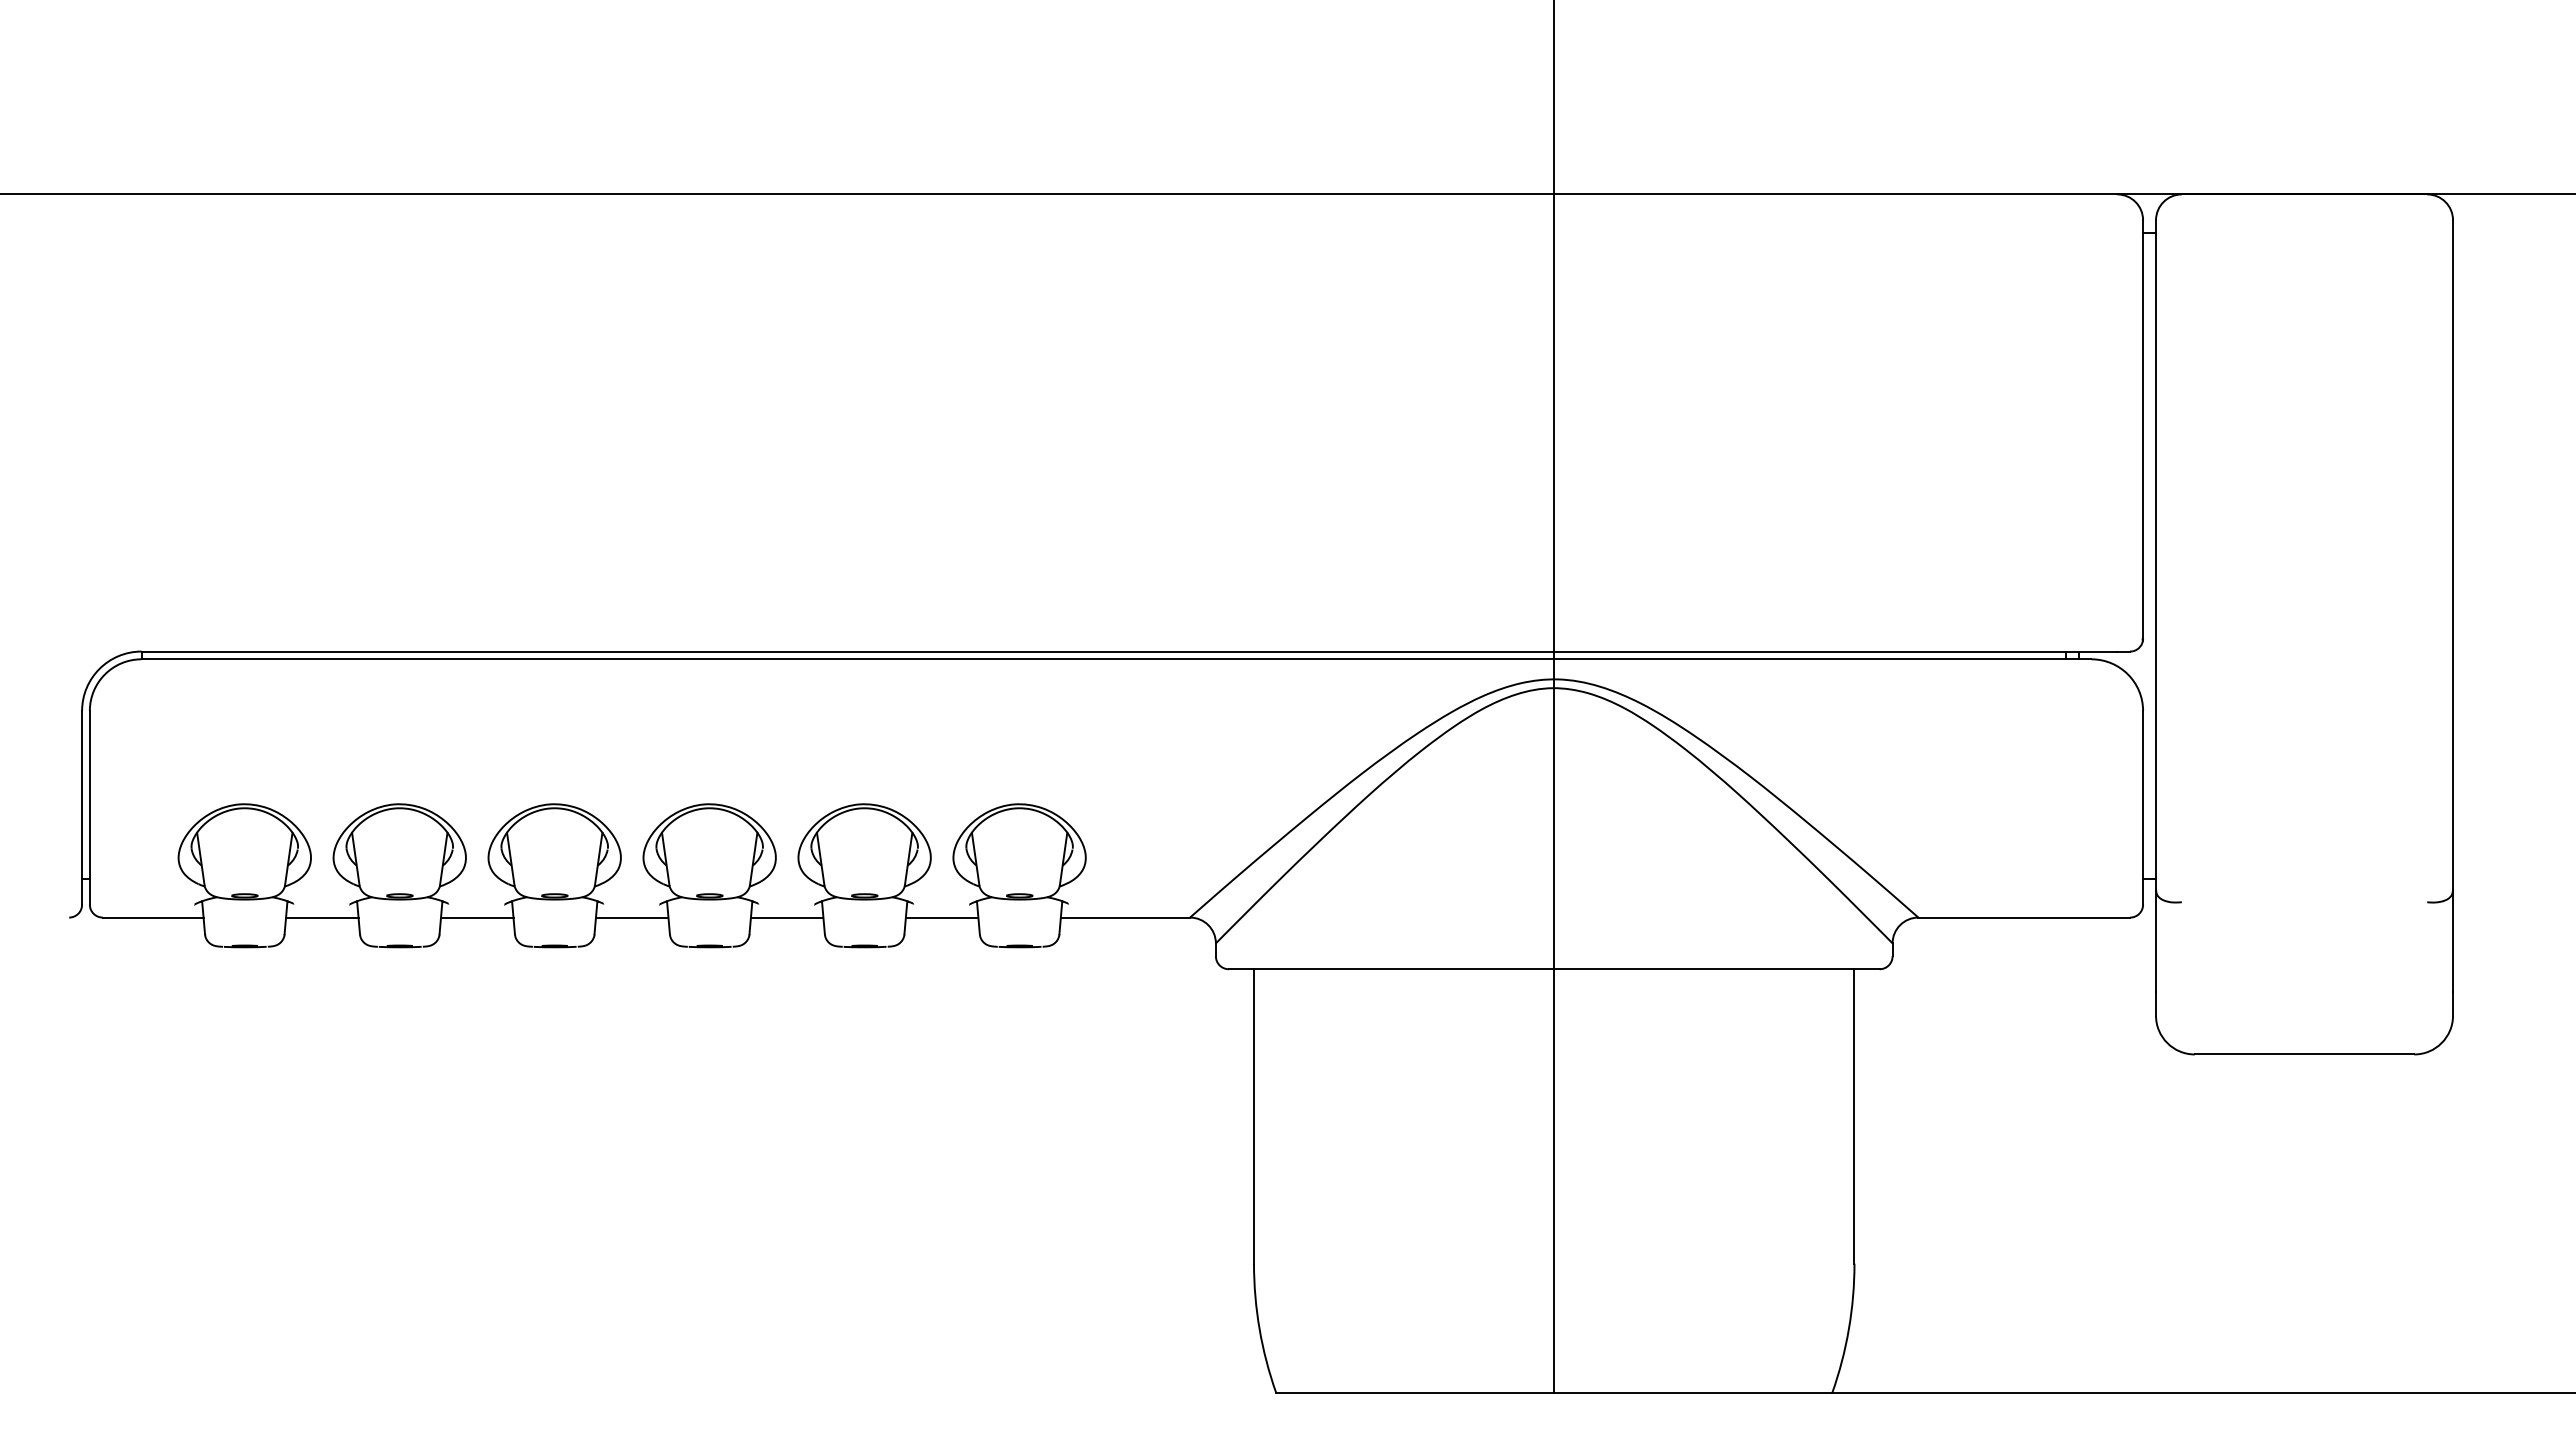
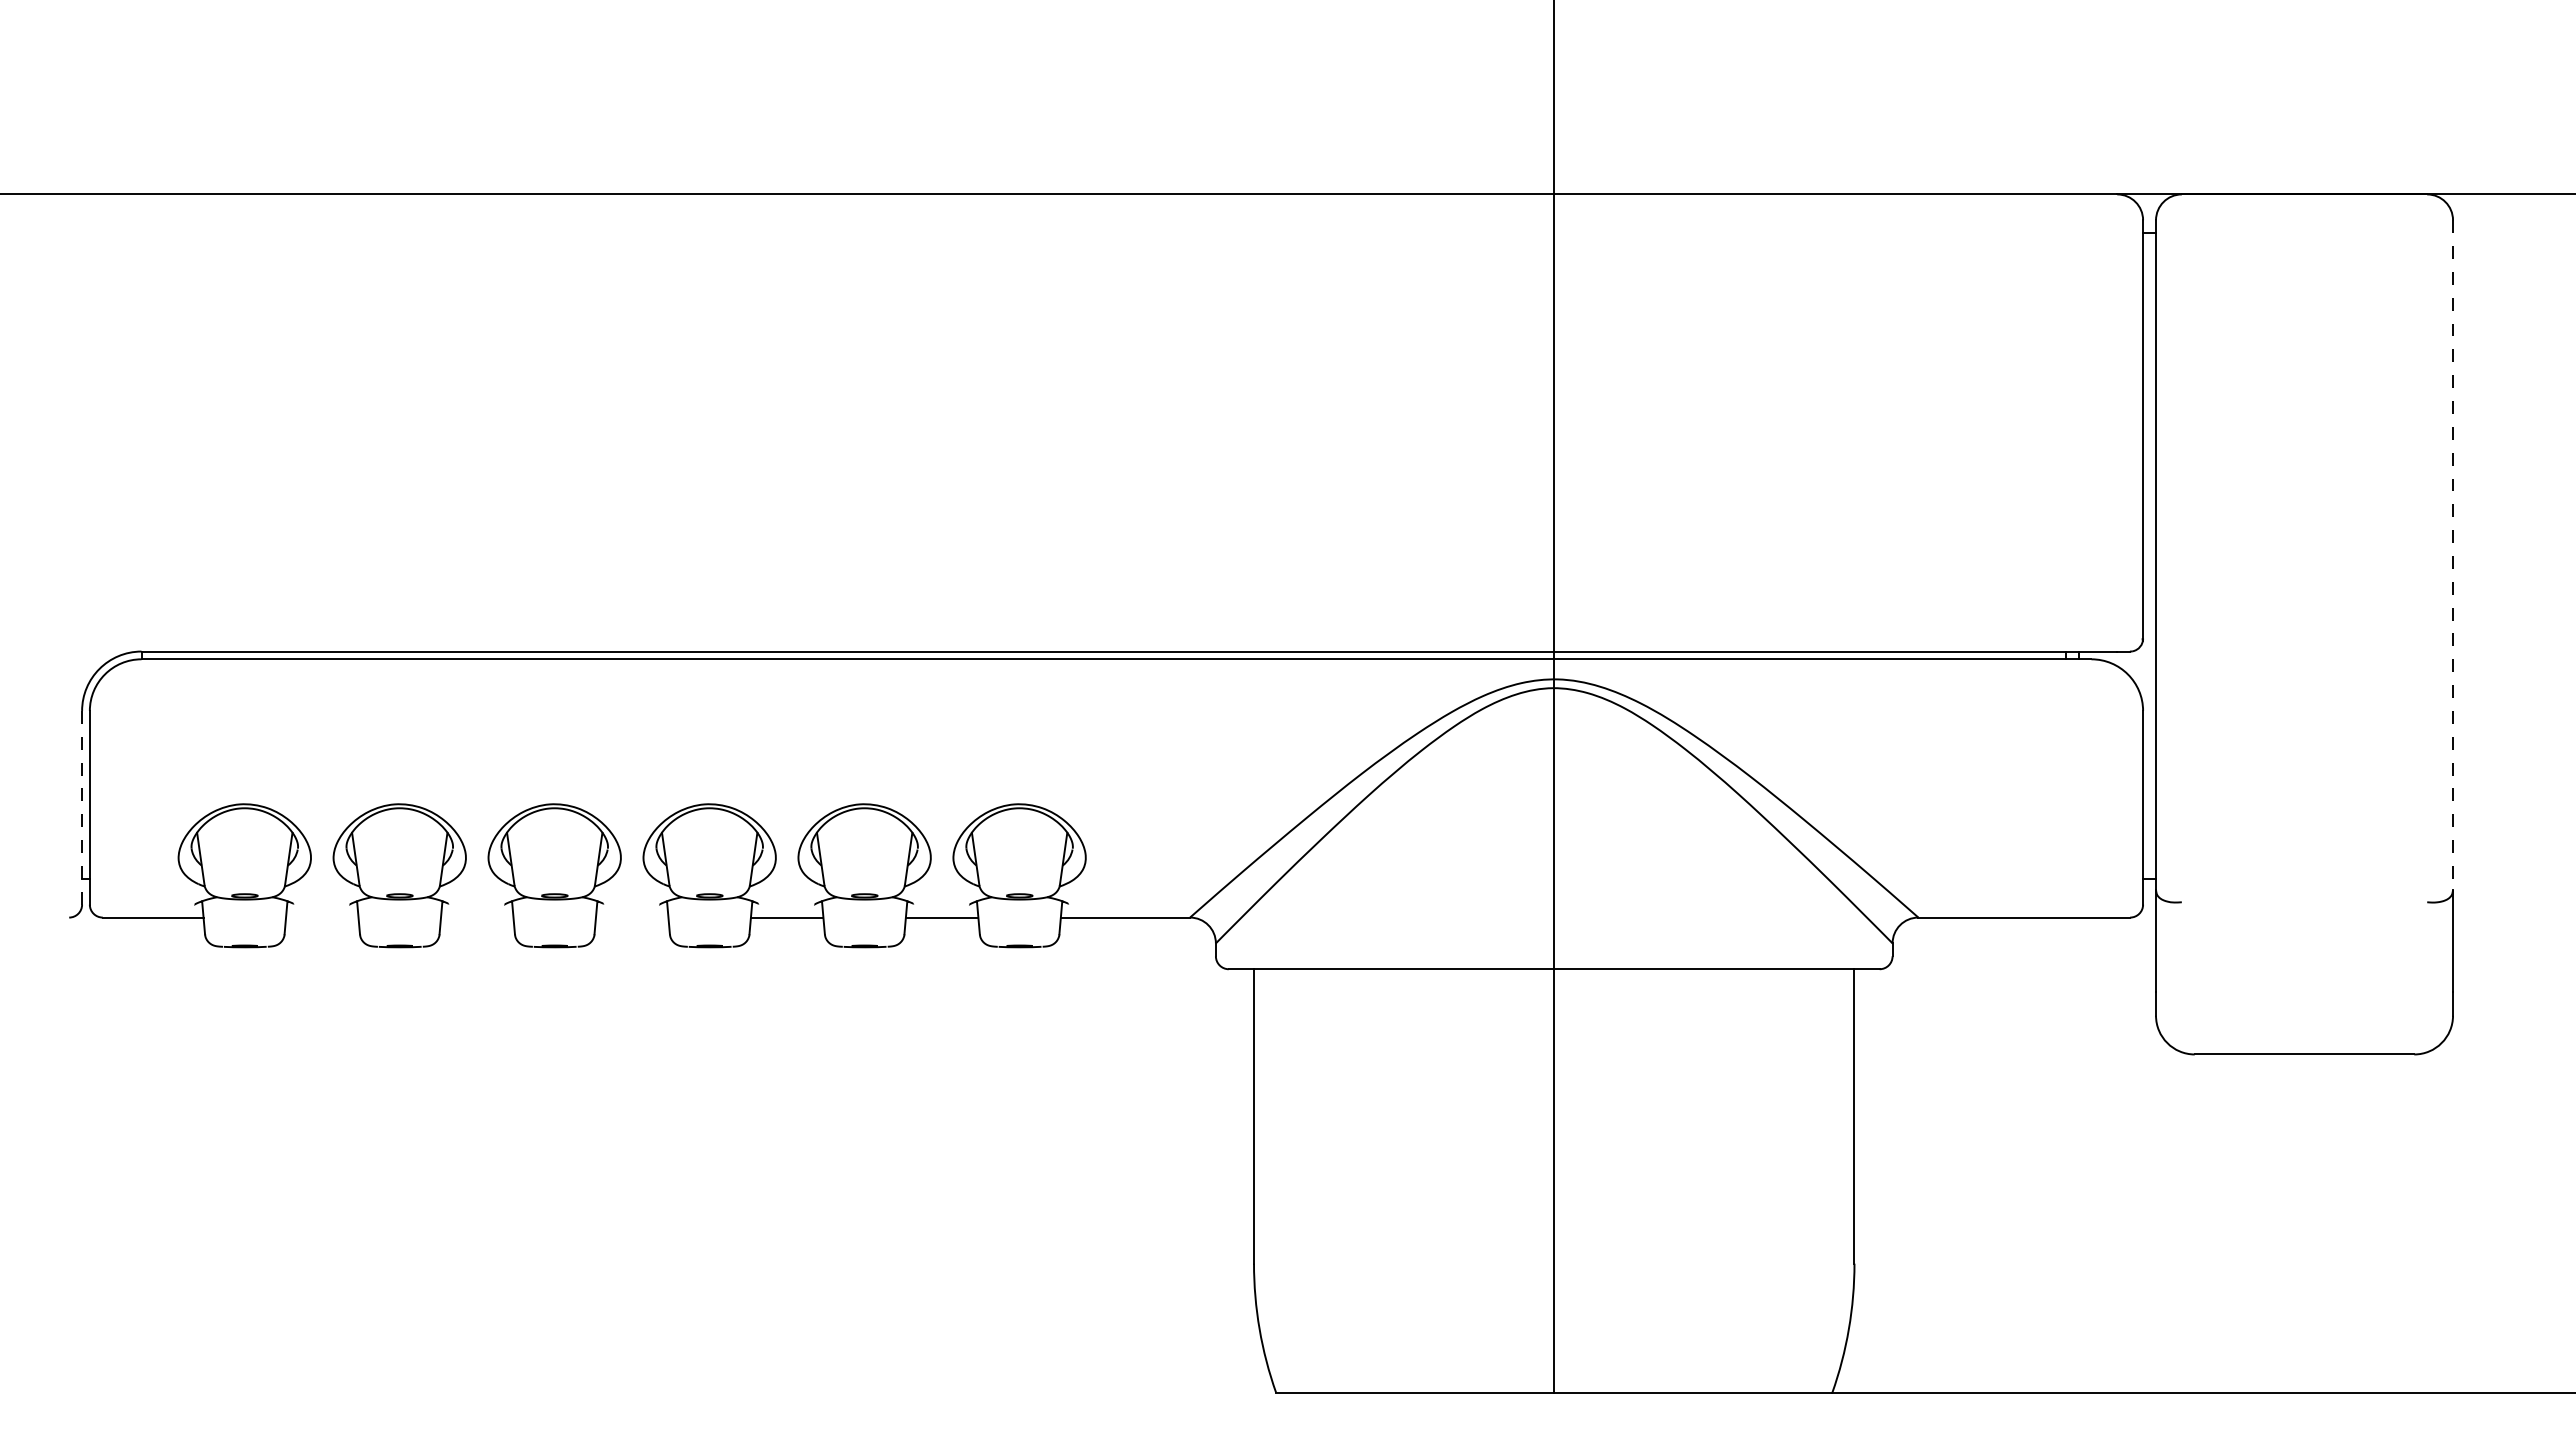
line at (2453, 555): solid -> dashed
line at (82, 807): solid -> dashed
line at (322, 917): present -> none
line at (477, 917): present -> none
line at (631, 917): present -> none
